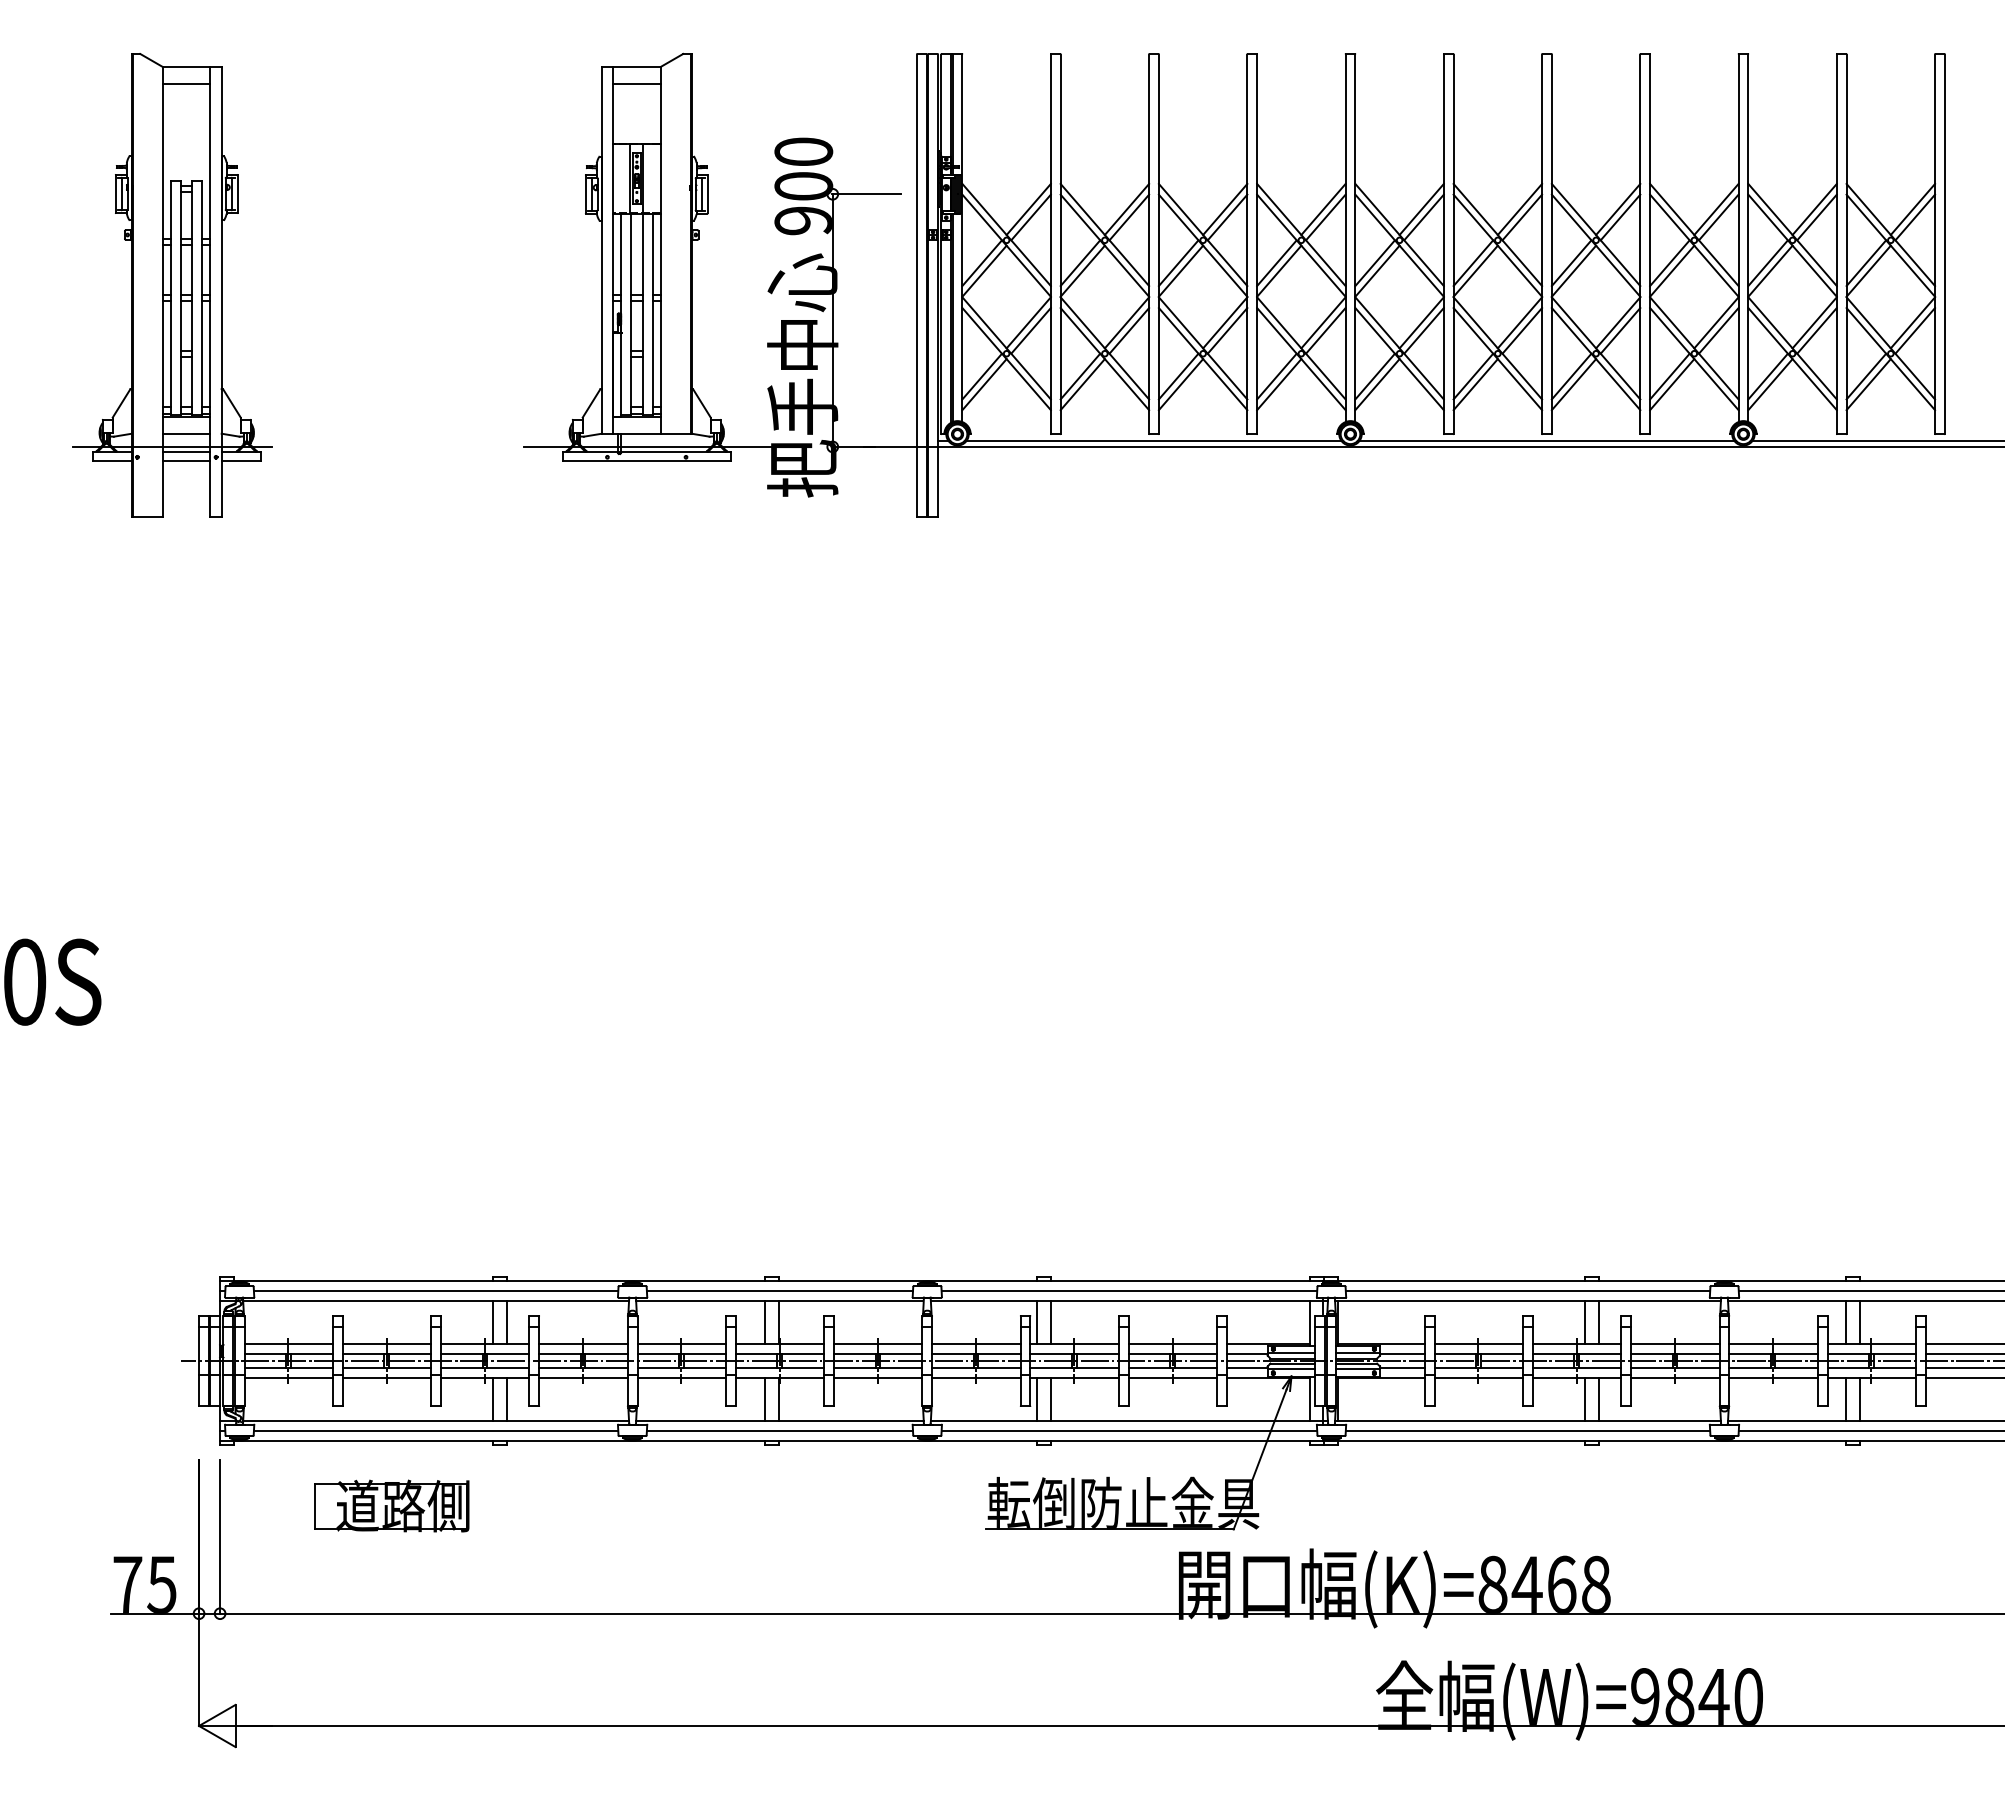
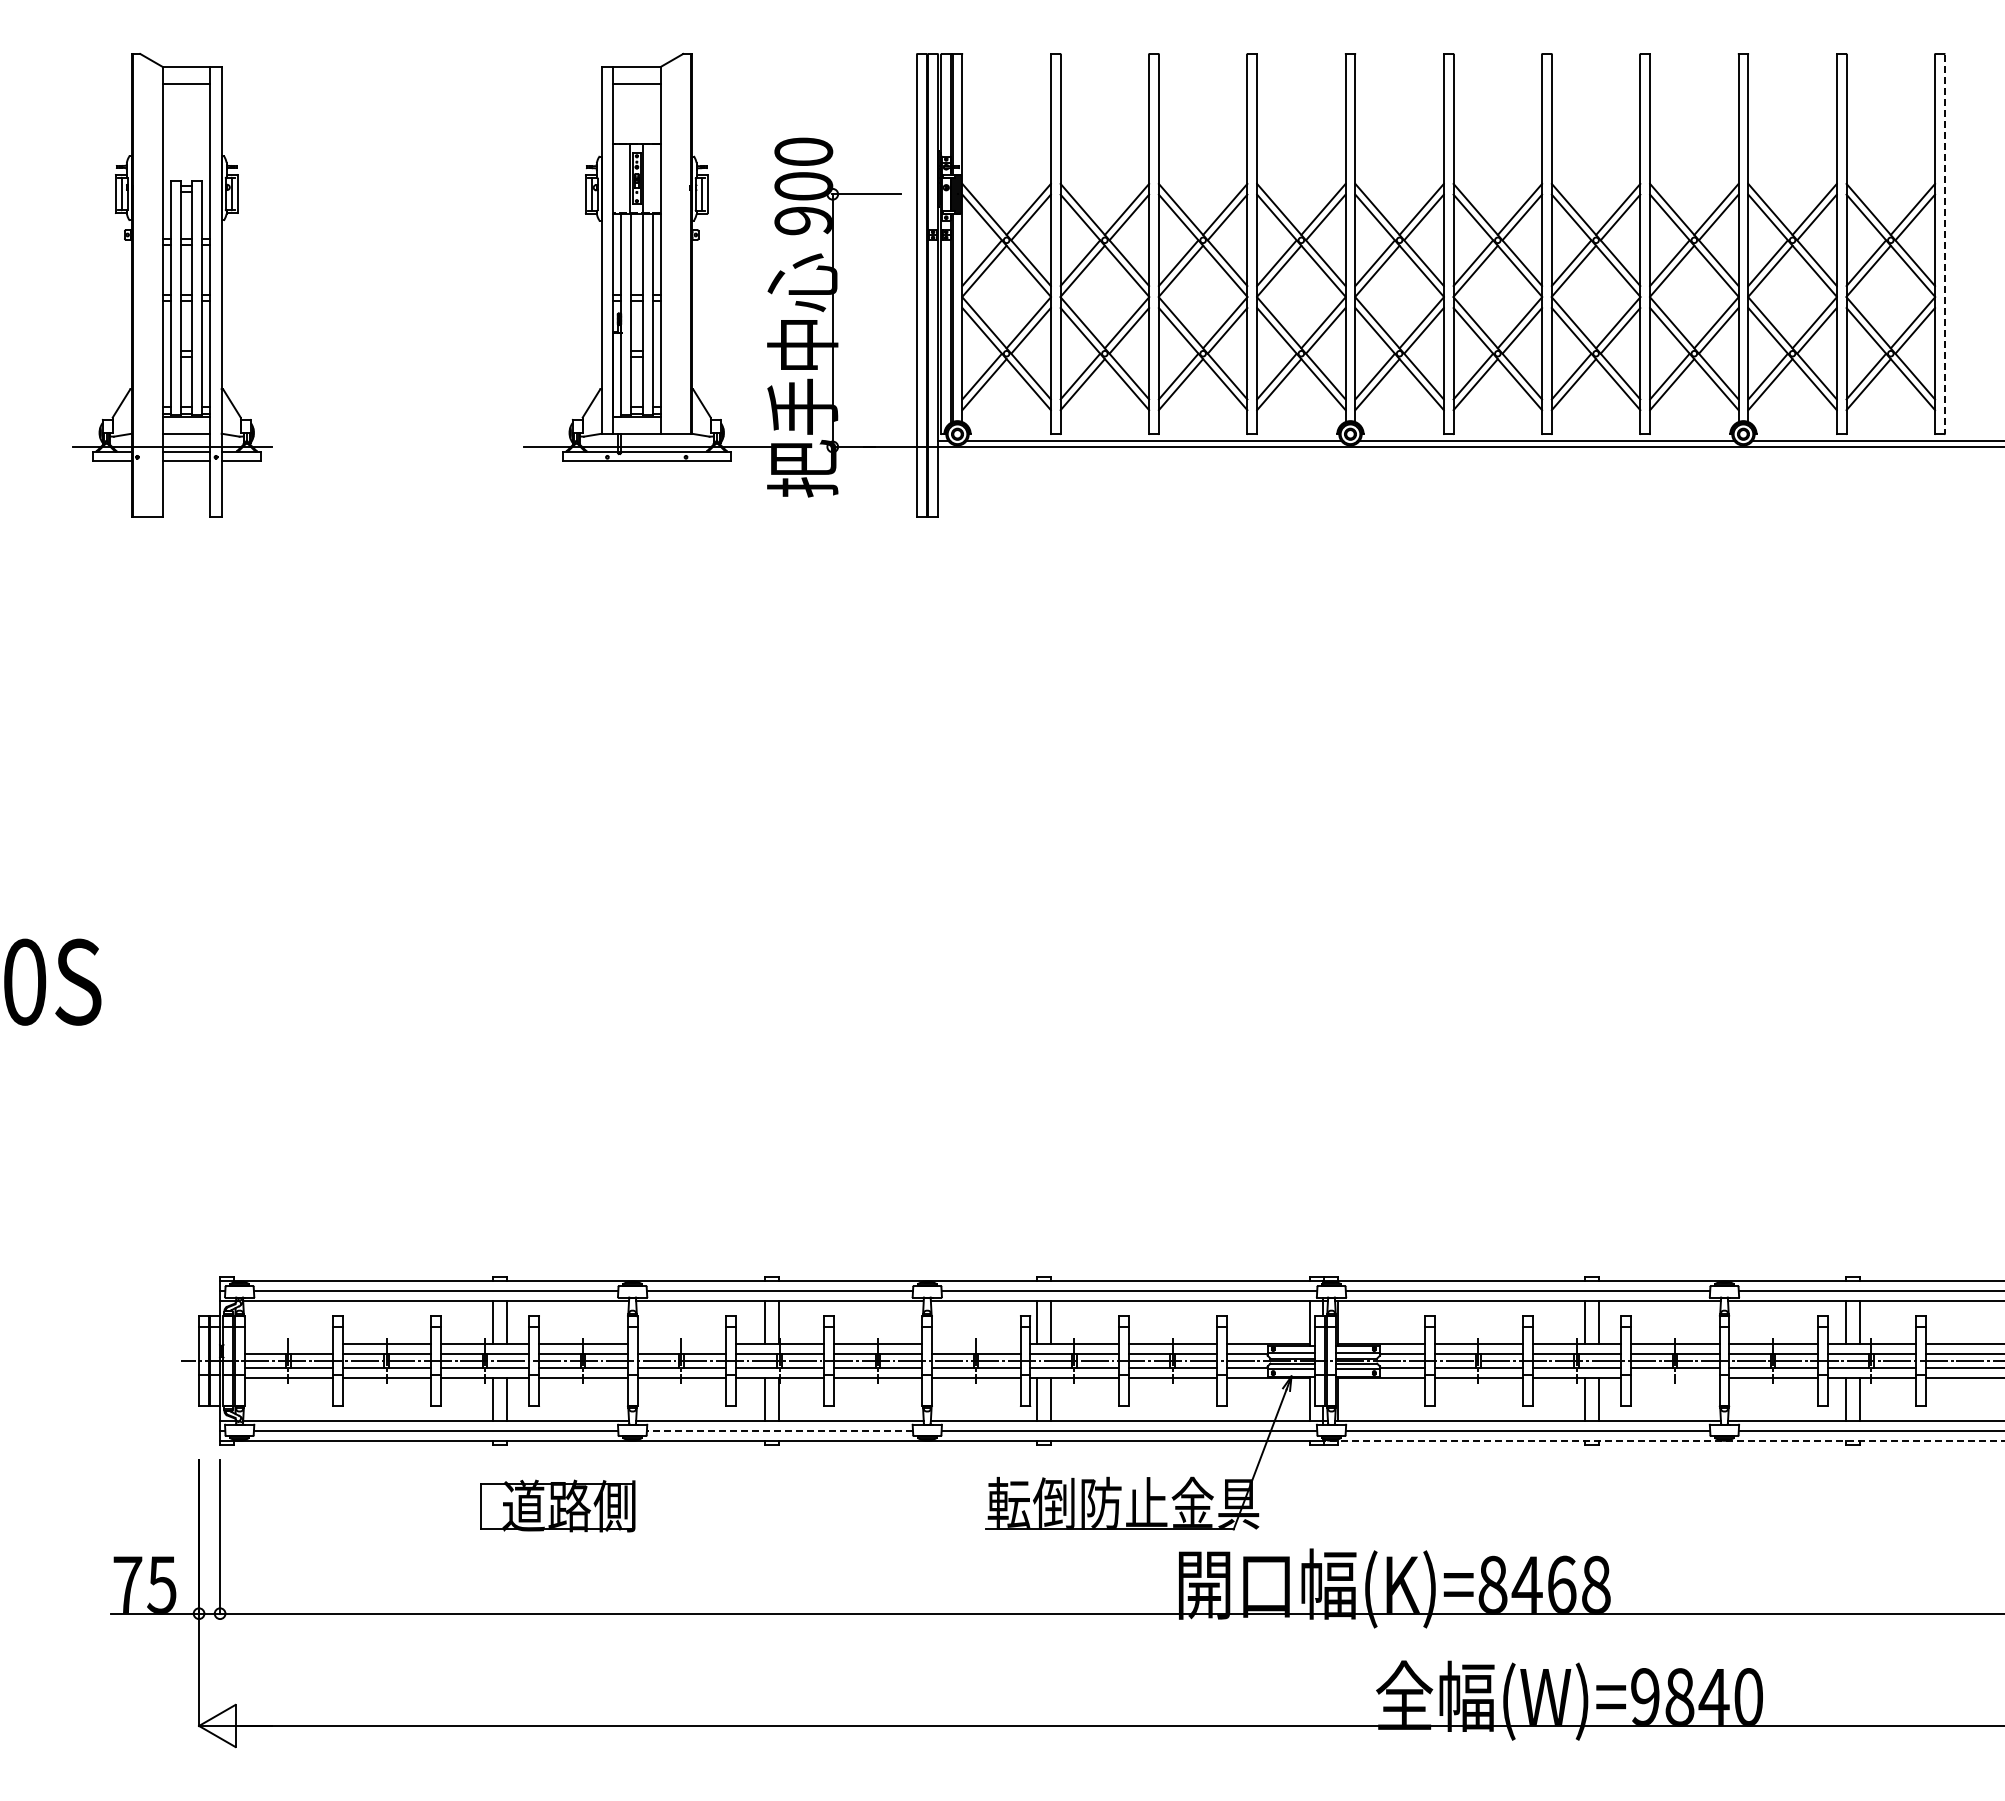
line at (1944, 244): solid -> dashed
line at (288, 1343): present -> none
line at (681, 1343): present -> none
line at (976, 1343): present -> none
line at (1675, 1378): present -> none
line at (779, 1431): solid -> dashed
line at (1663, 1441): solid -> dashed
part at (391, 1505) position: (391, 1505) -> (557, 1505)
